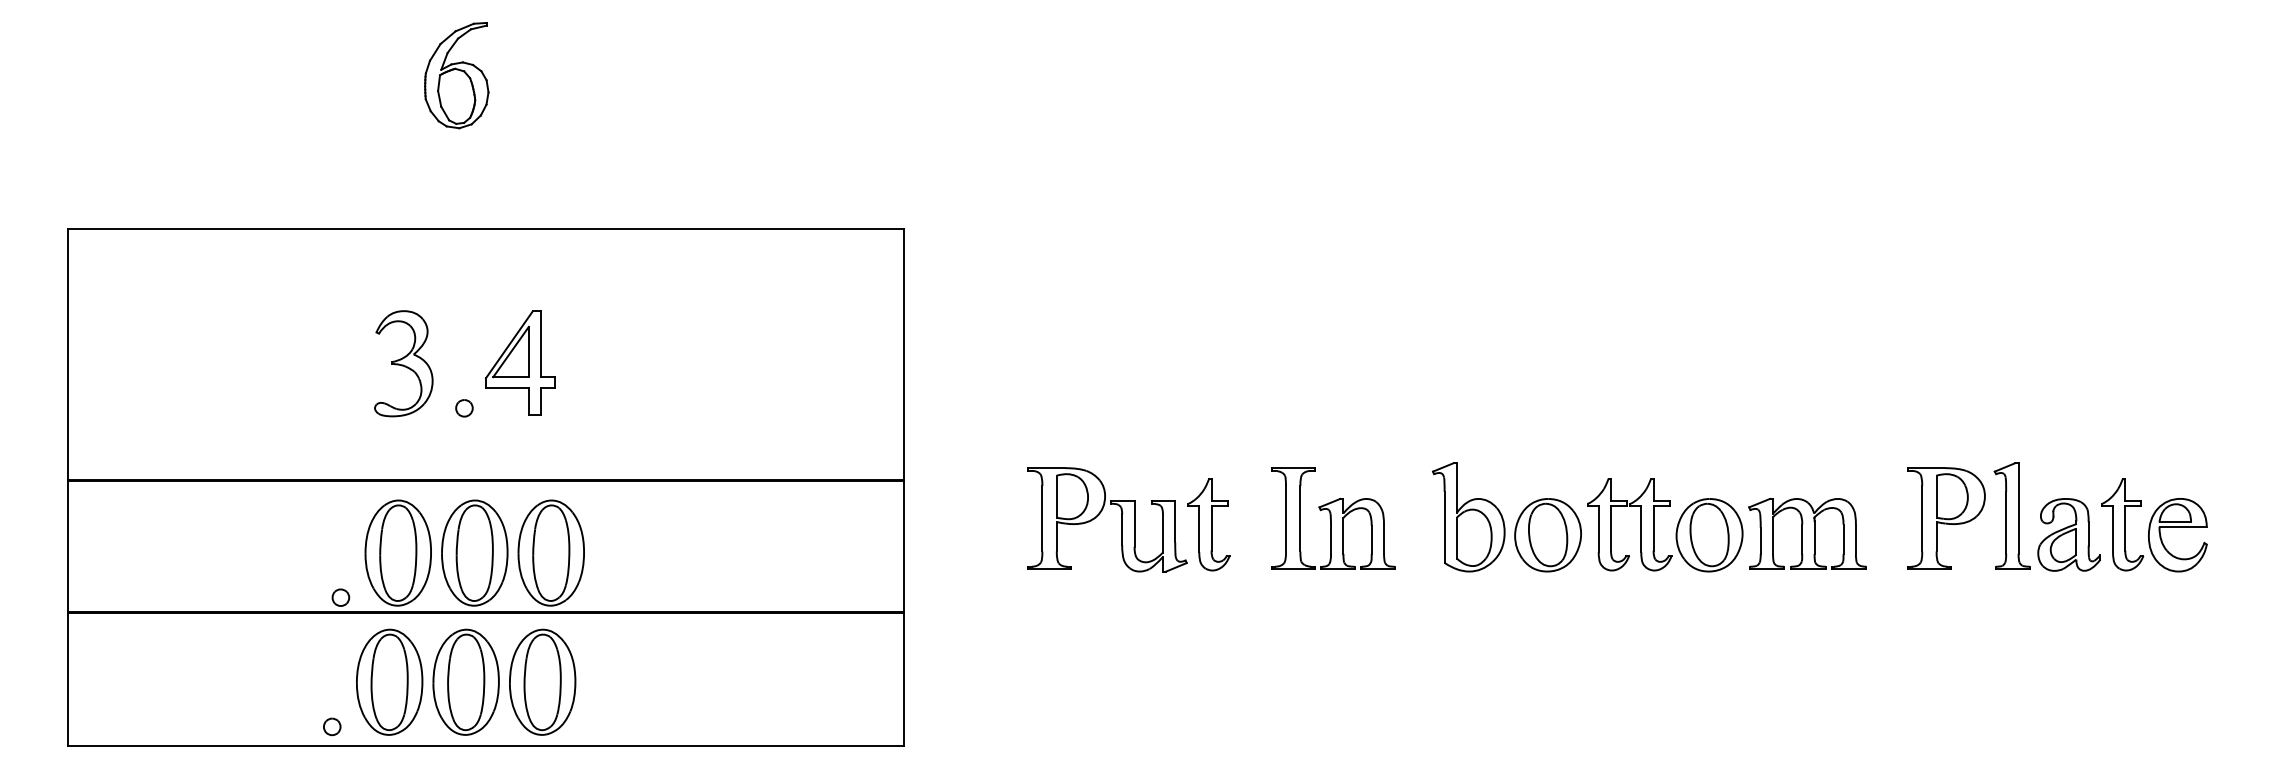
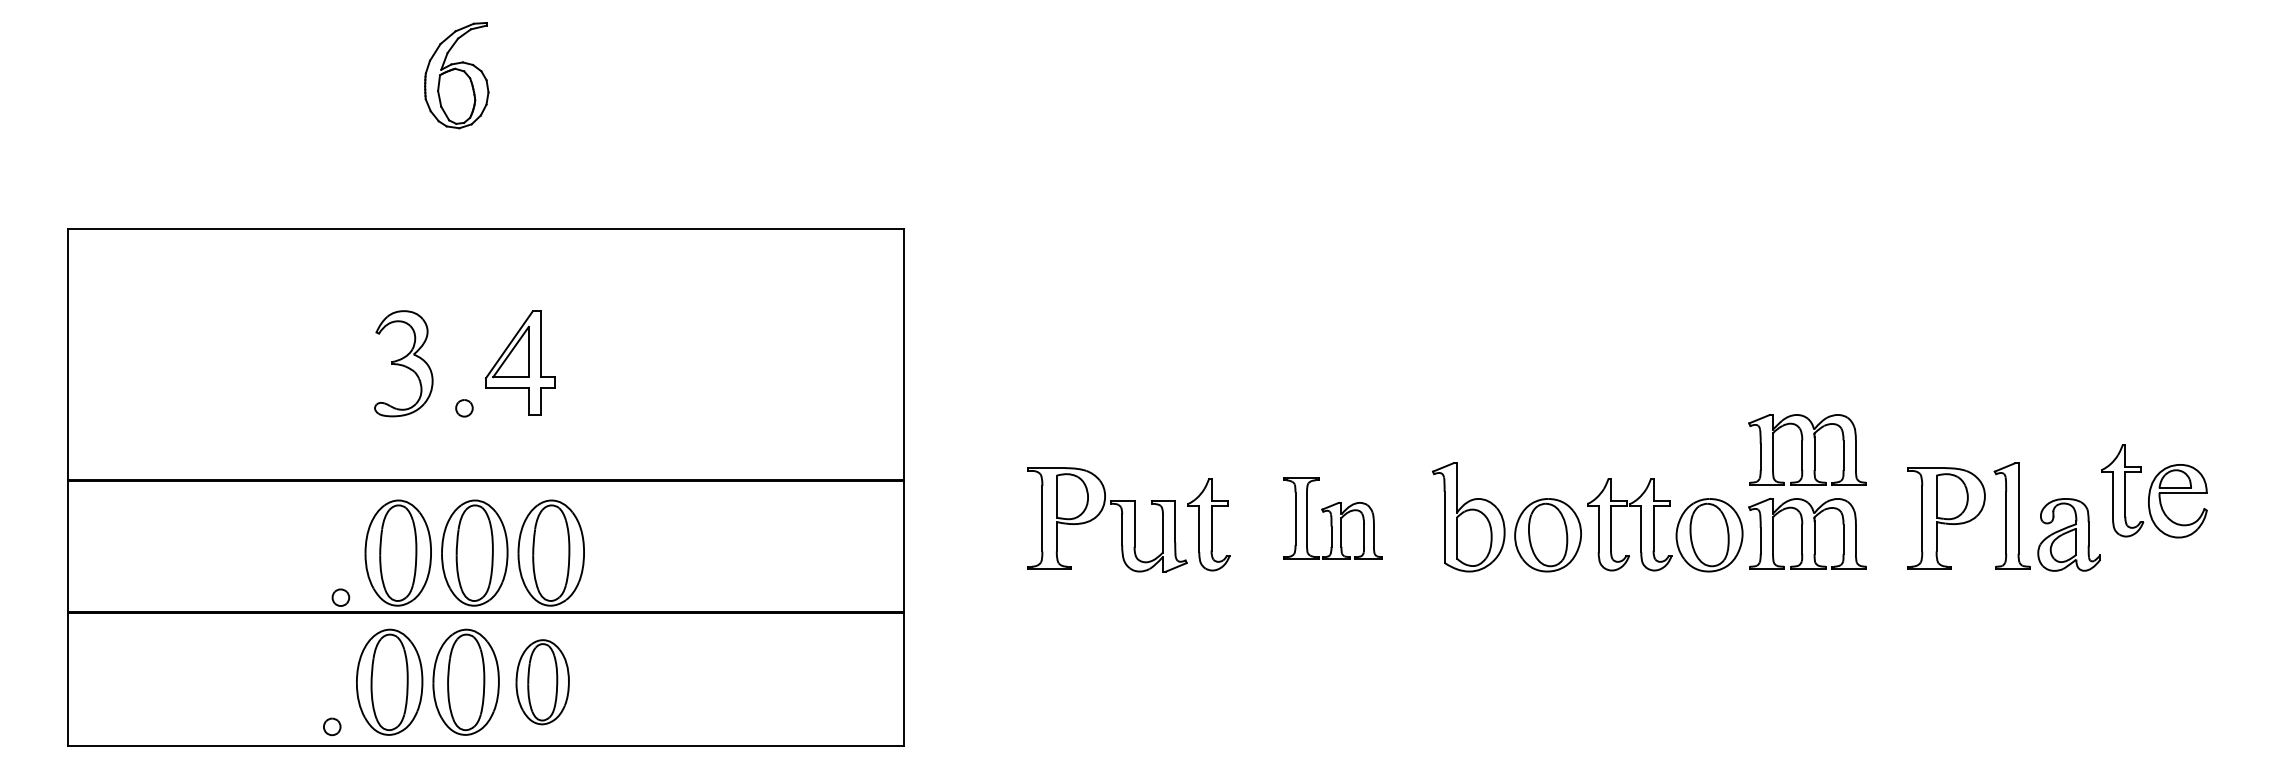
part at (1807, 449): none -> present
part at (1333, 518) size: 125x103 px -> 100x83 px
part at (2154, 525) position: (2154, 525) -> (2154, 491)
part at (542, 681) size: 68x108 px -> 55x87 px
